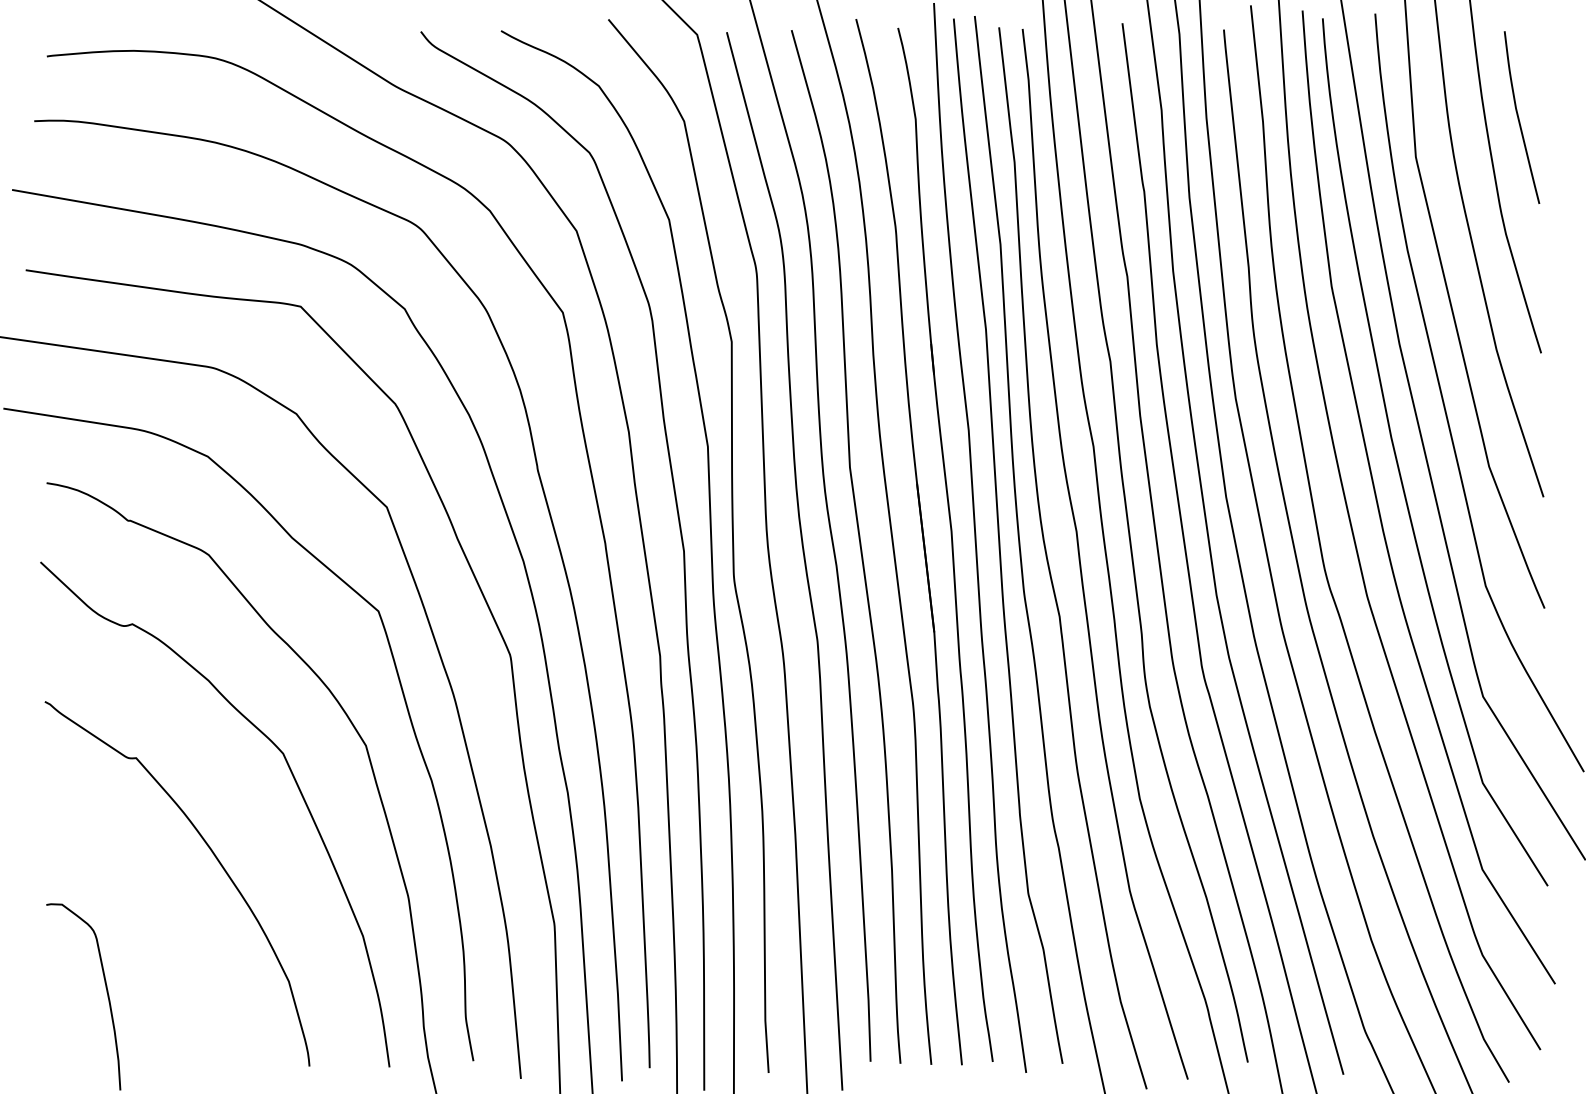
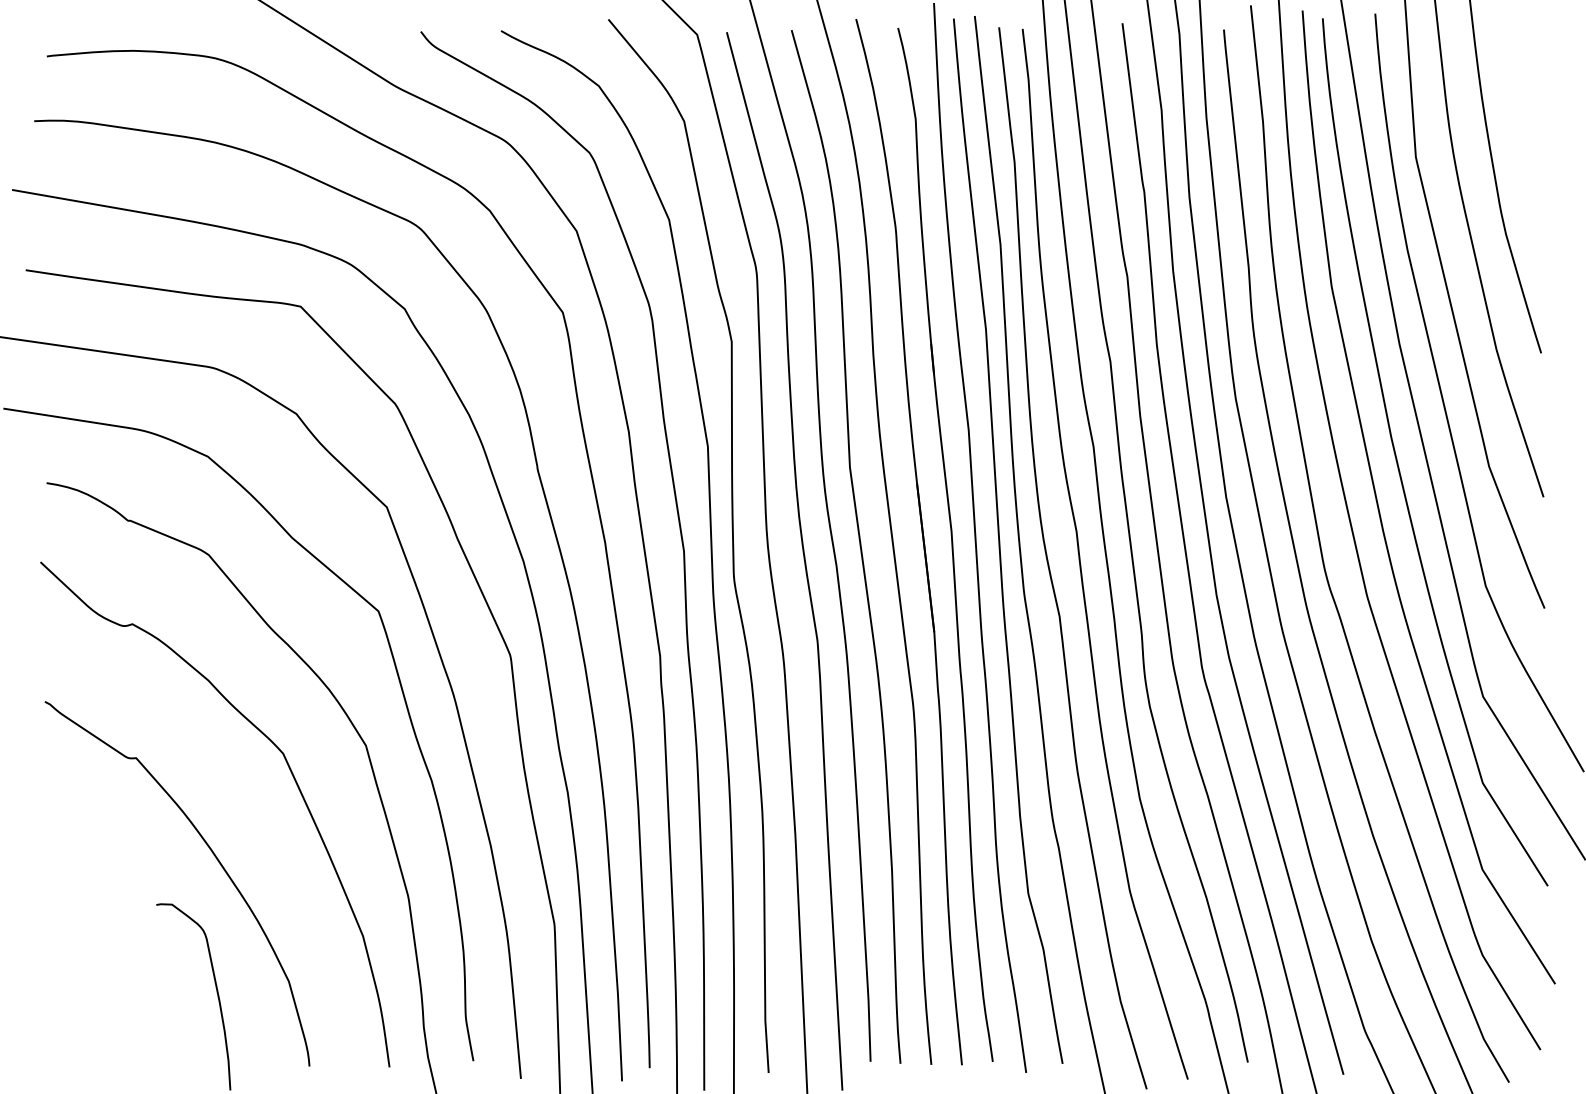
curve at (1519, 117): present -> none
curve at (106, 992) position: (106, 992) -> (216, 992)
